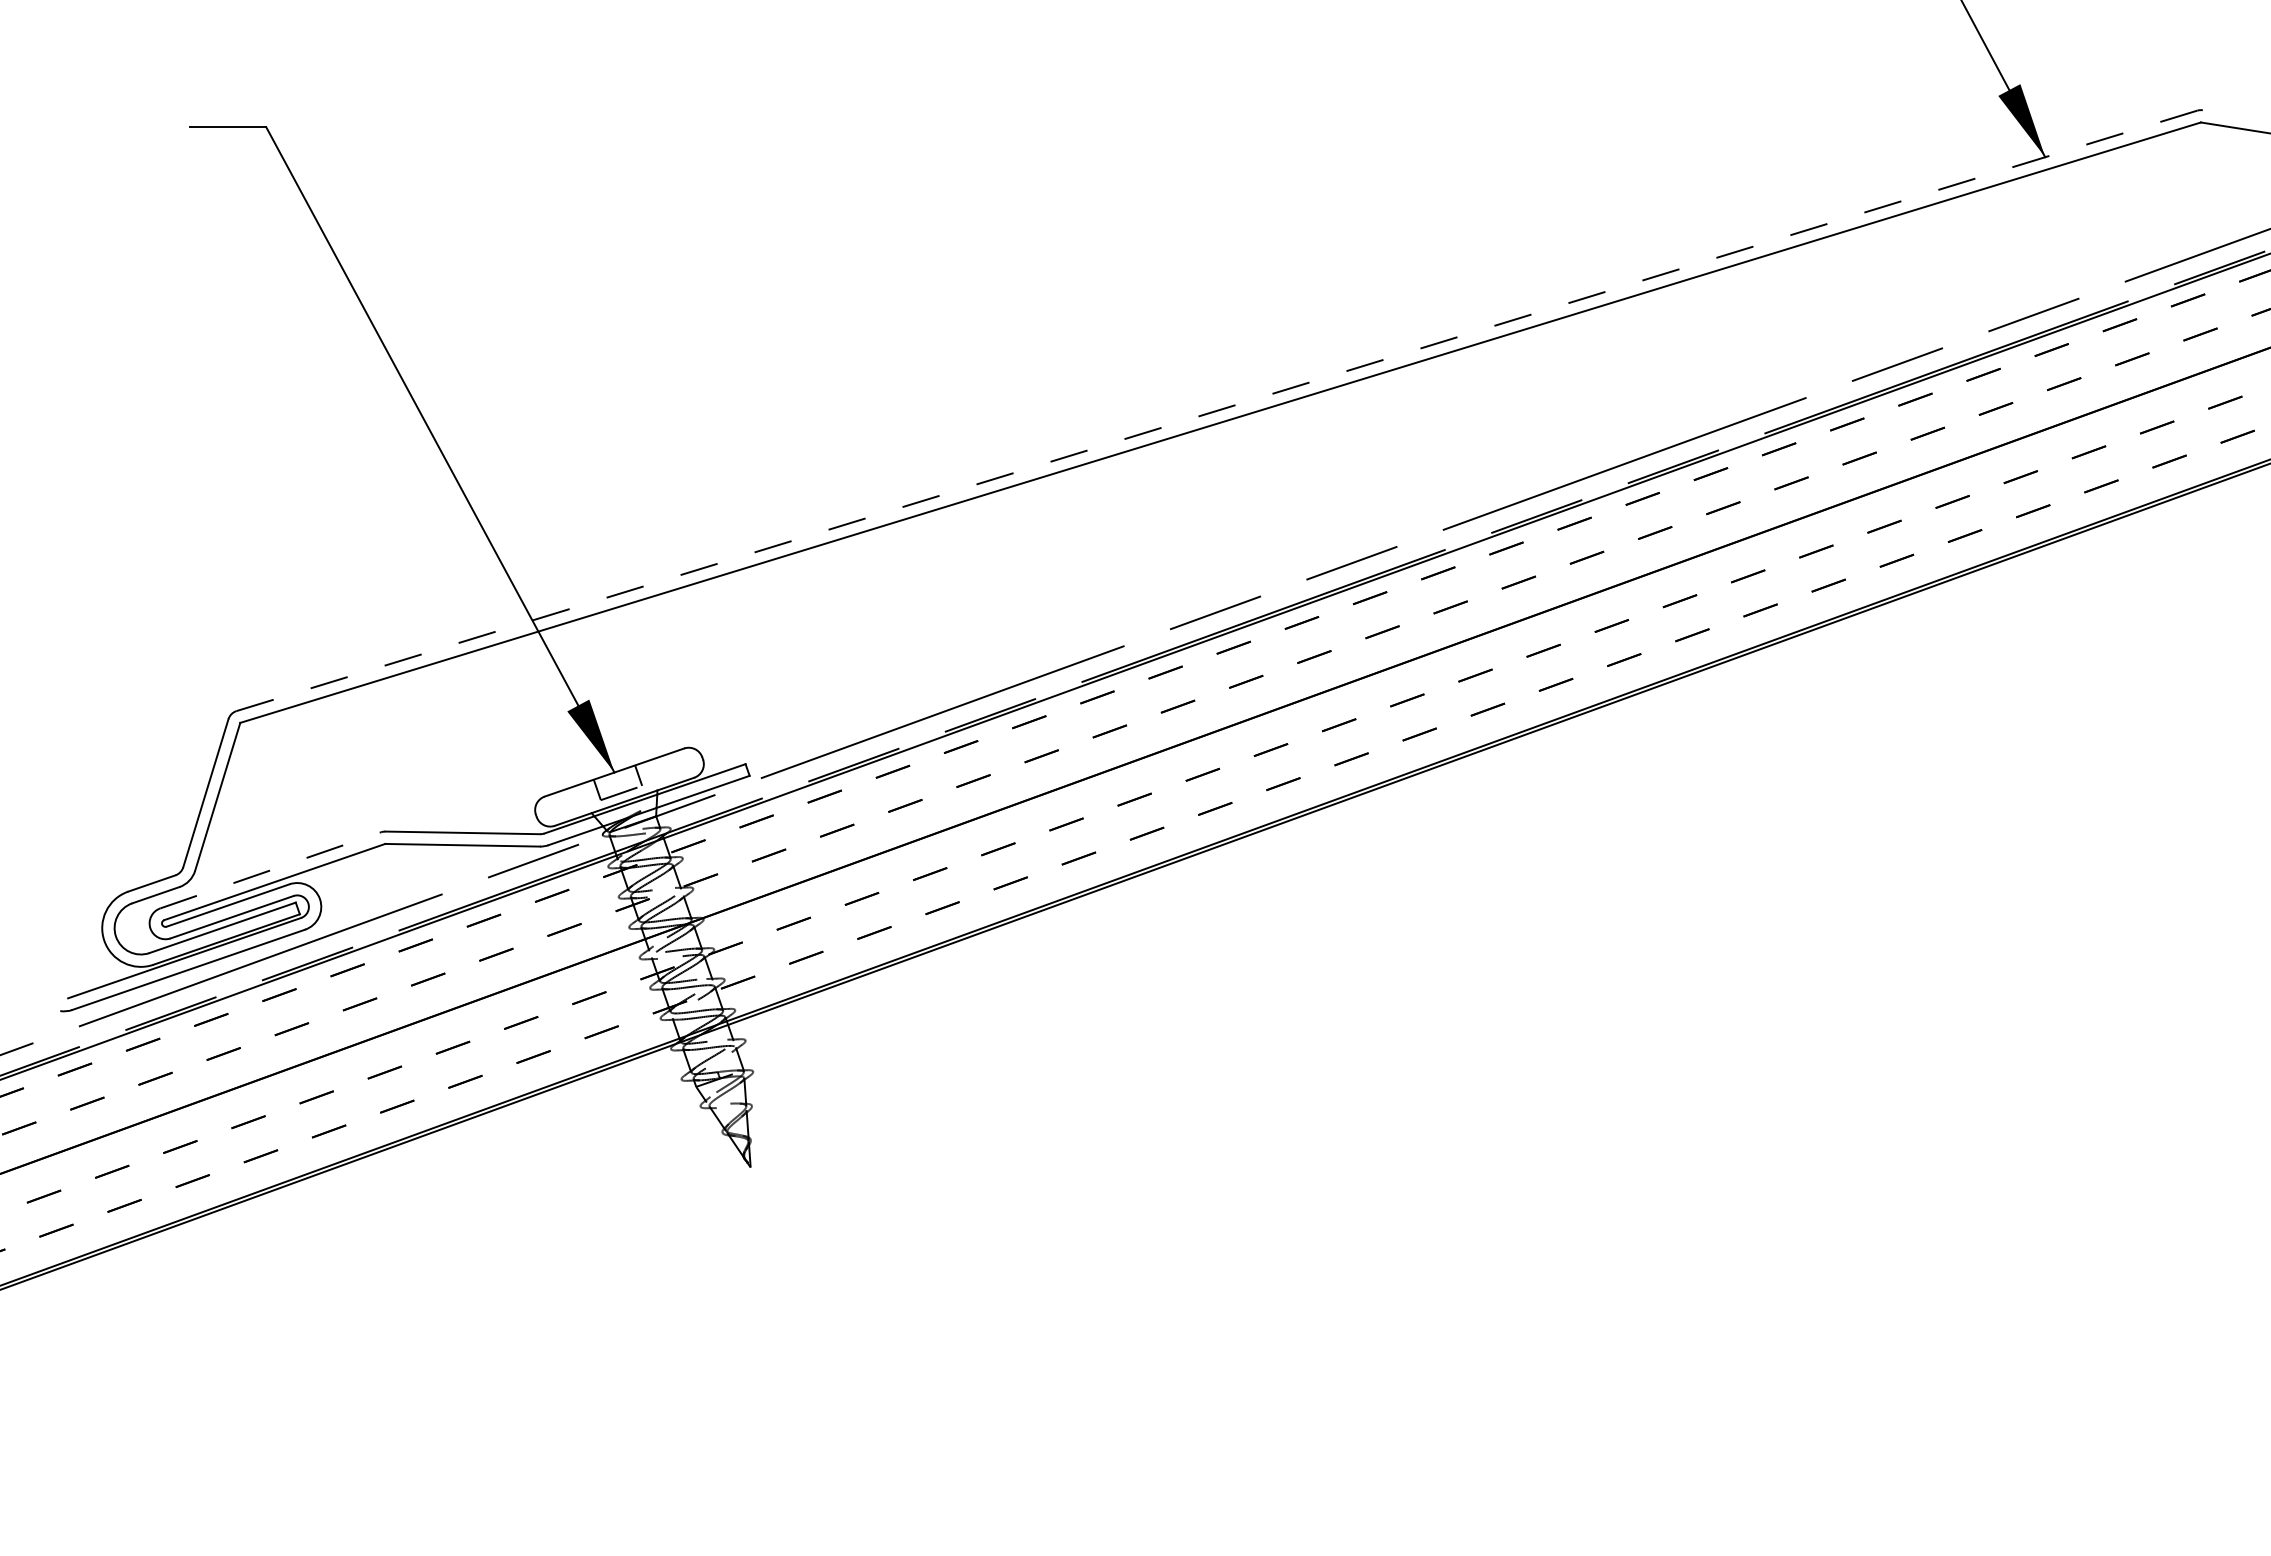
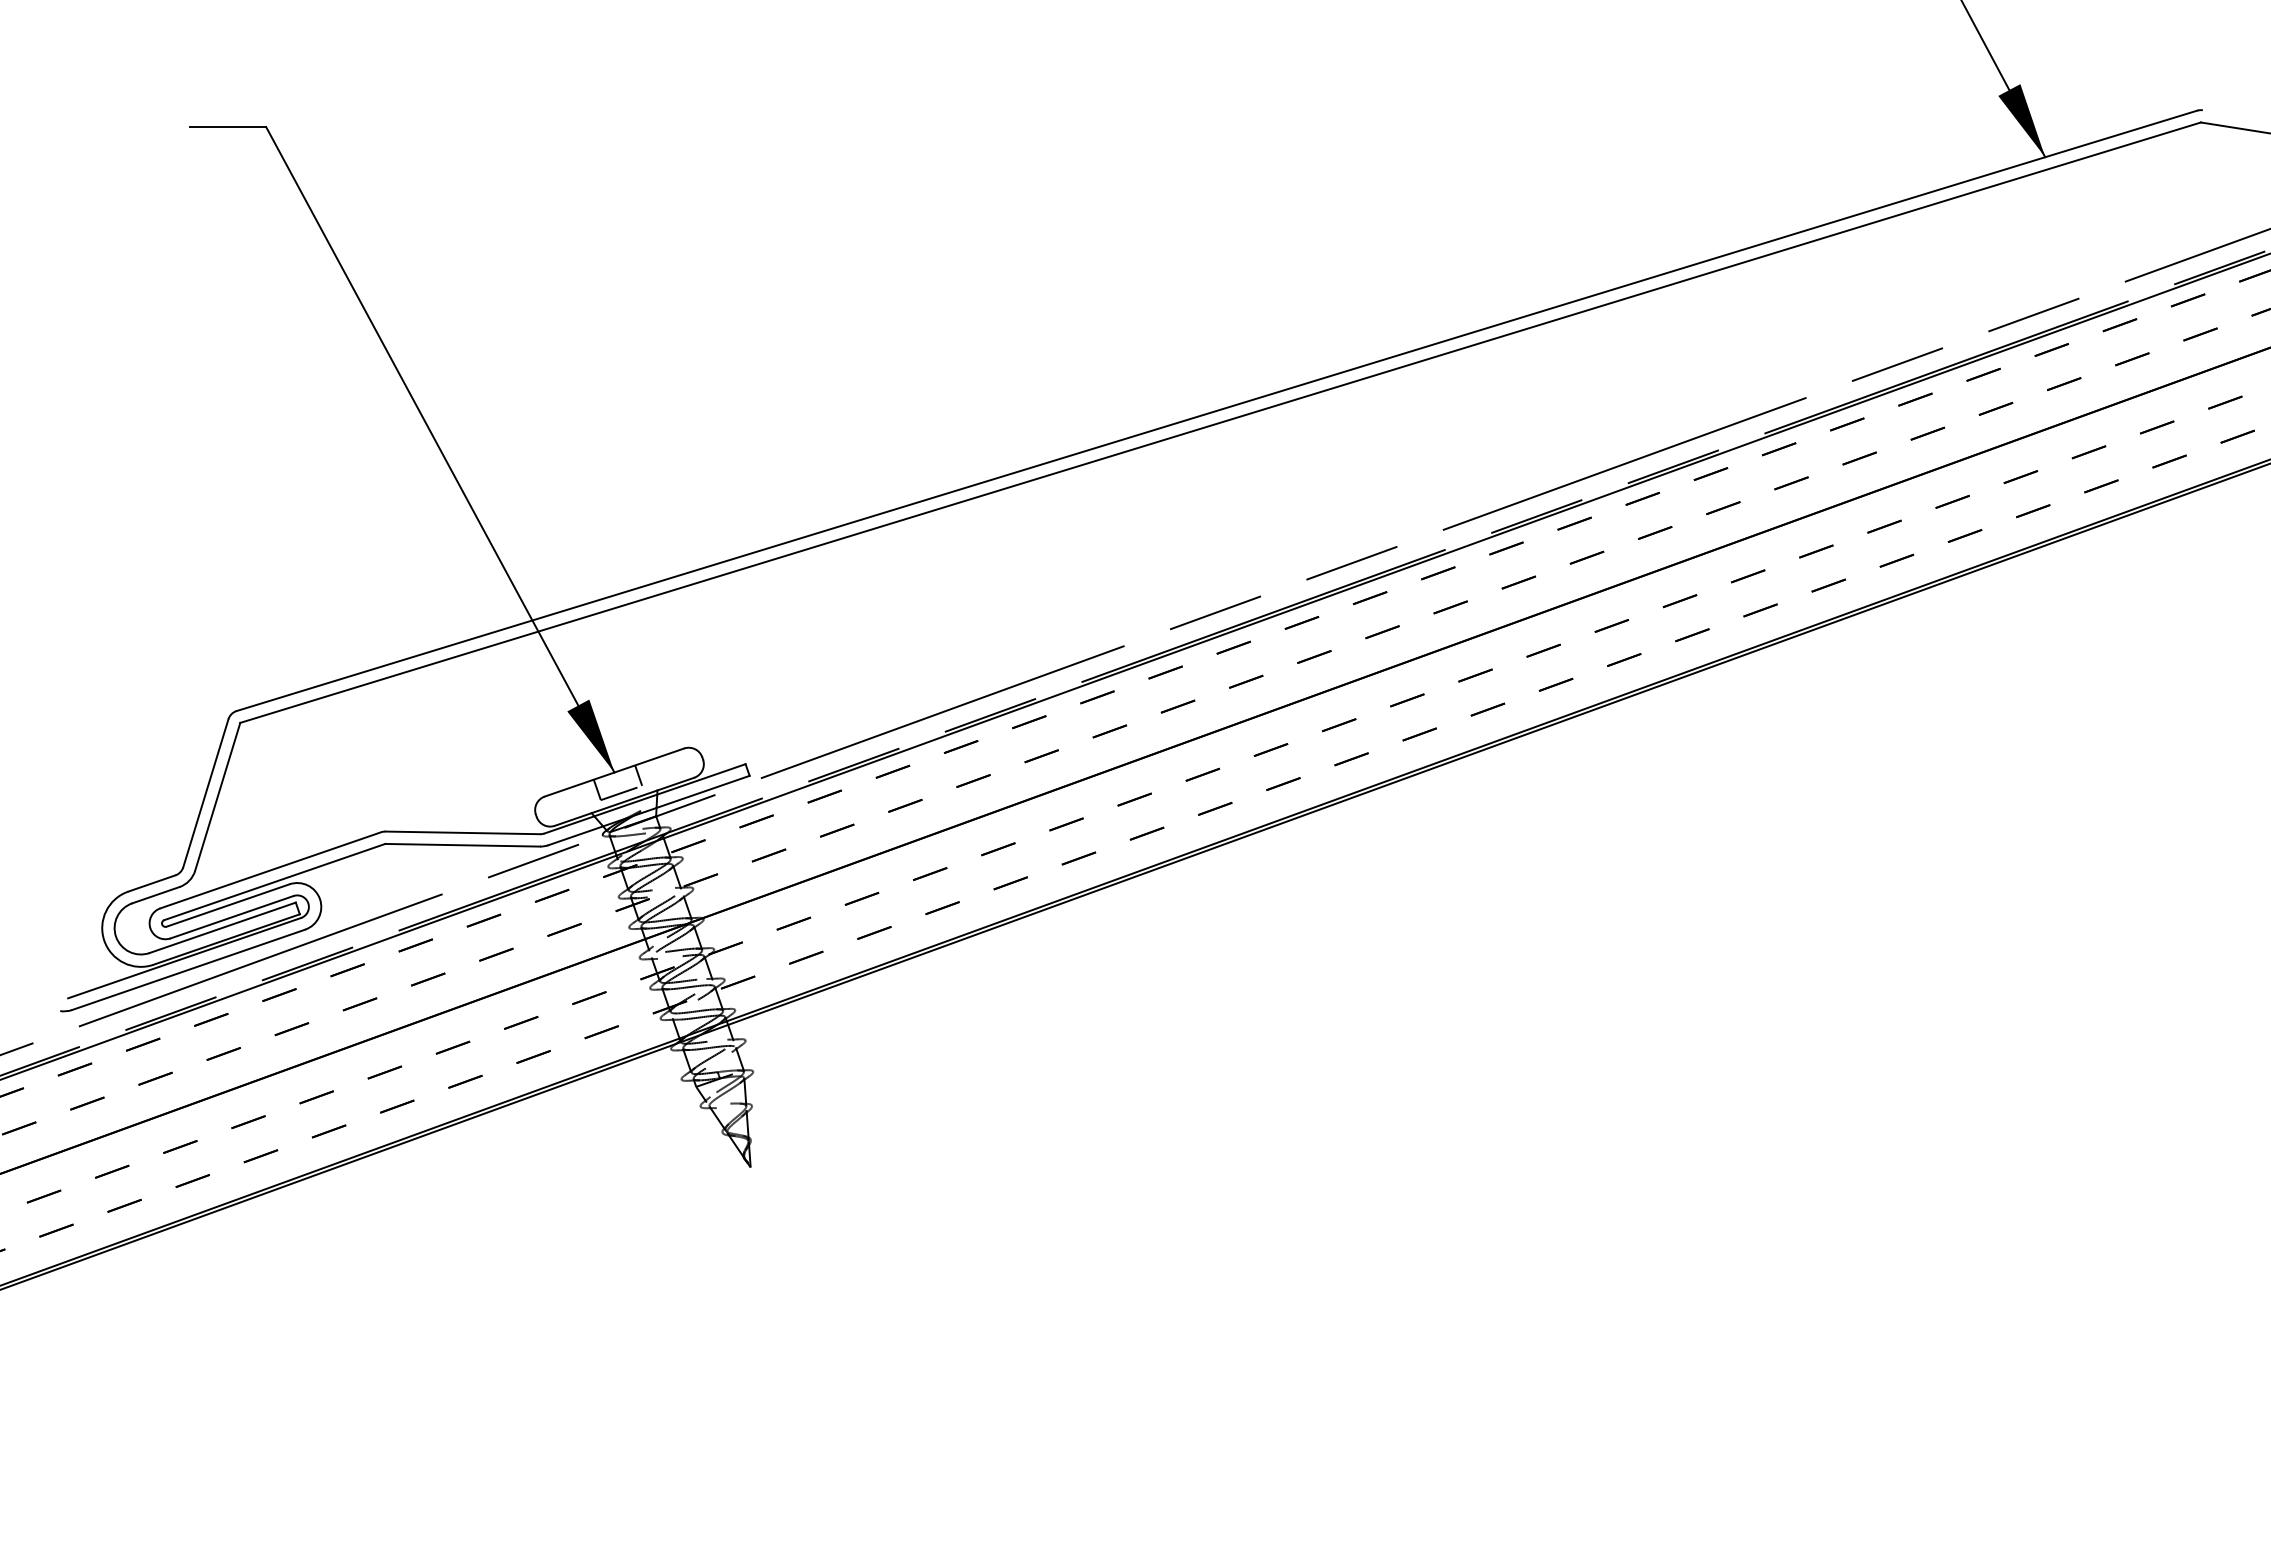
line at (1217, 410): dashed -> solid
line at (270, 870): dashed -> solid
